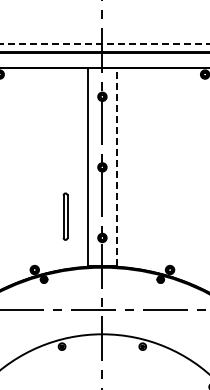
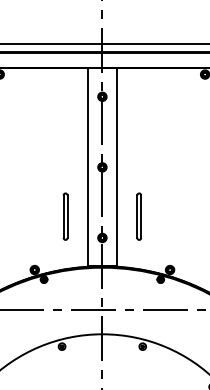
line at (104, 43): dashed -> solid
line at (116, 167): dashed -> solid
part at (139, 216): none -> present
